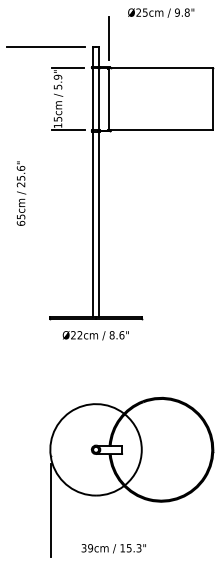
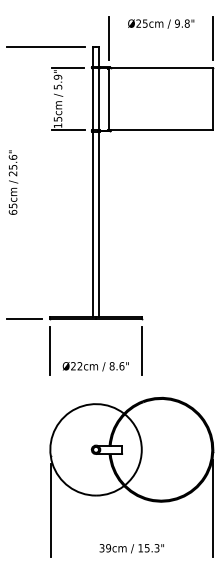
text at (161, 12) position: (161, 12) -> (161, 23)
line at (213, 38): none -> present
text at (21, 193) position: (21, 193) -> (13, 182)
line at (24, 318): none -> present
text at (95, 335) position: (95, 335) -> (95, 366)
line at (50, 350): none -> present
line at (141, 350): none -> present
line at (213, 507): none -> present
text at (113, 548) position: (113, 548) -> (131, 548)
